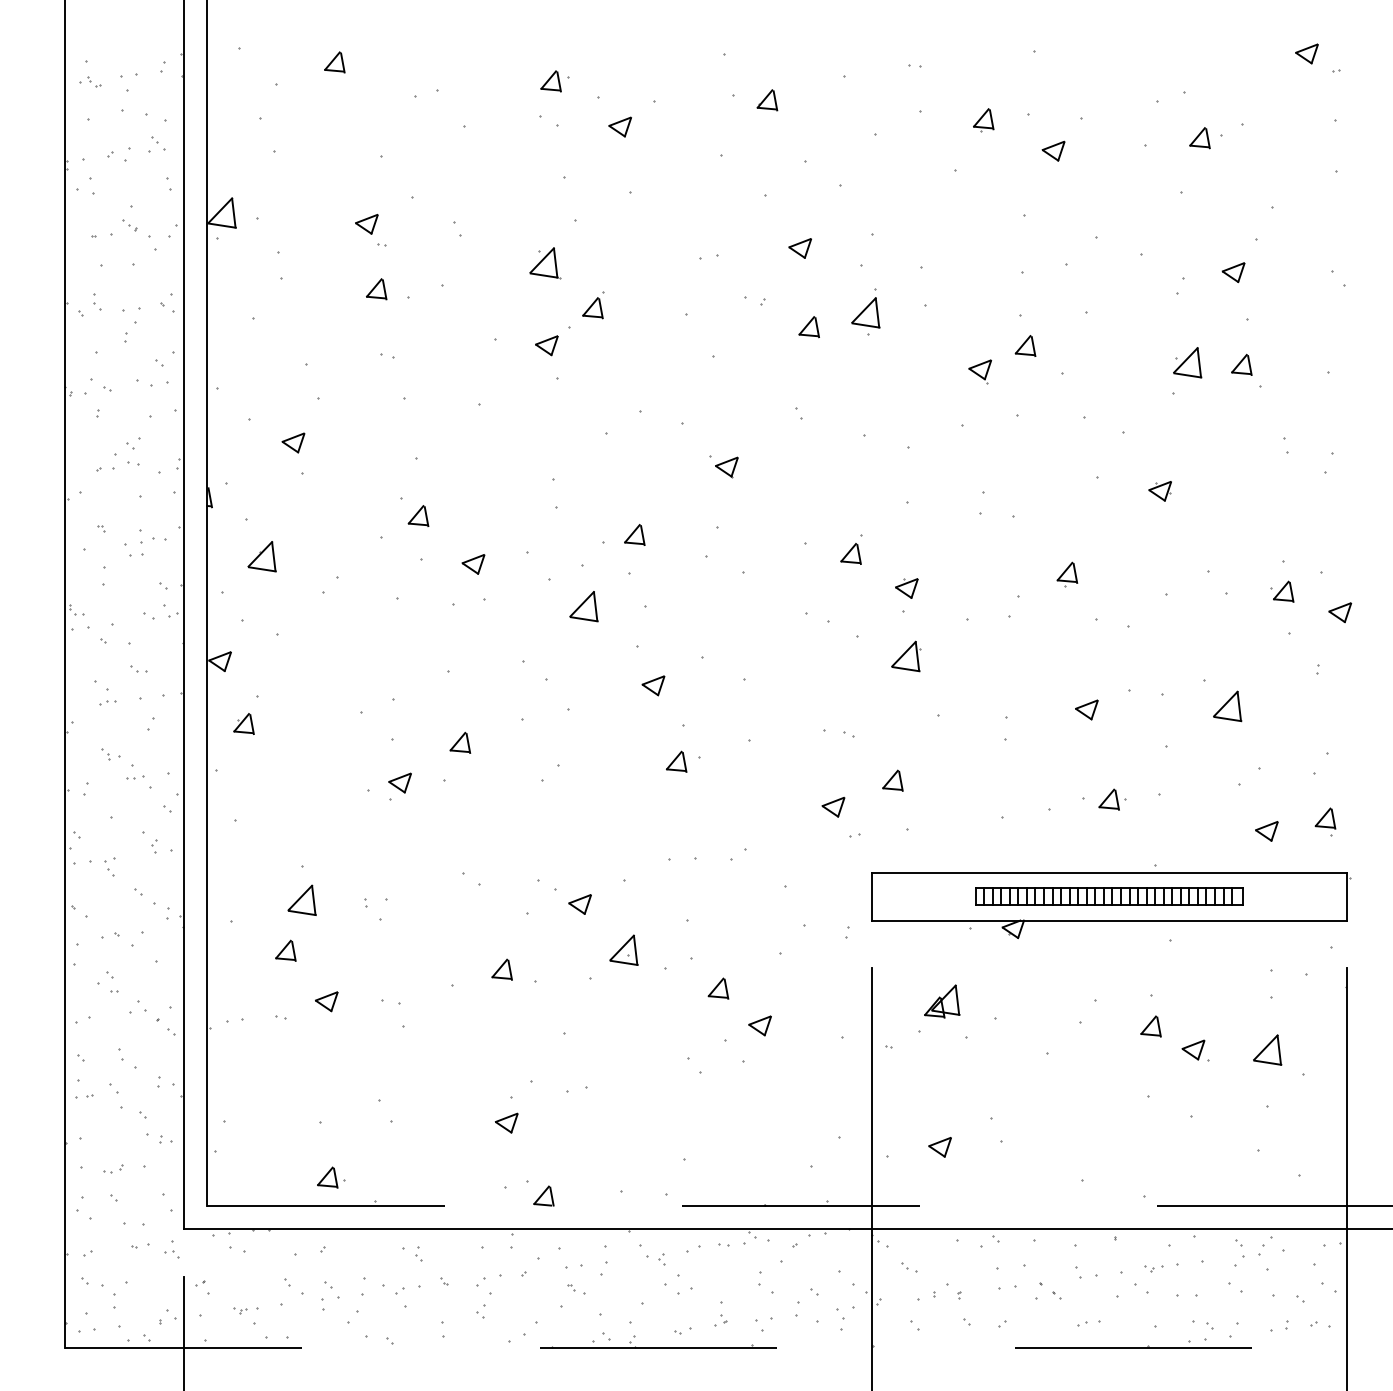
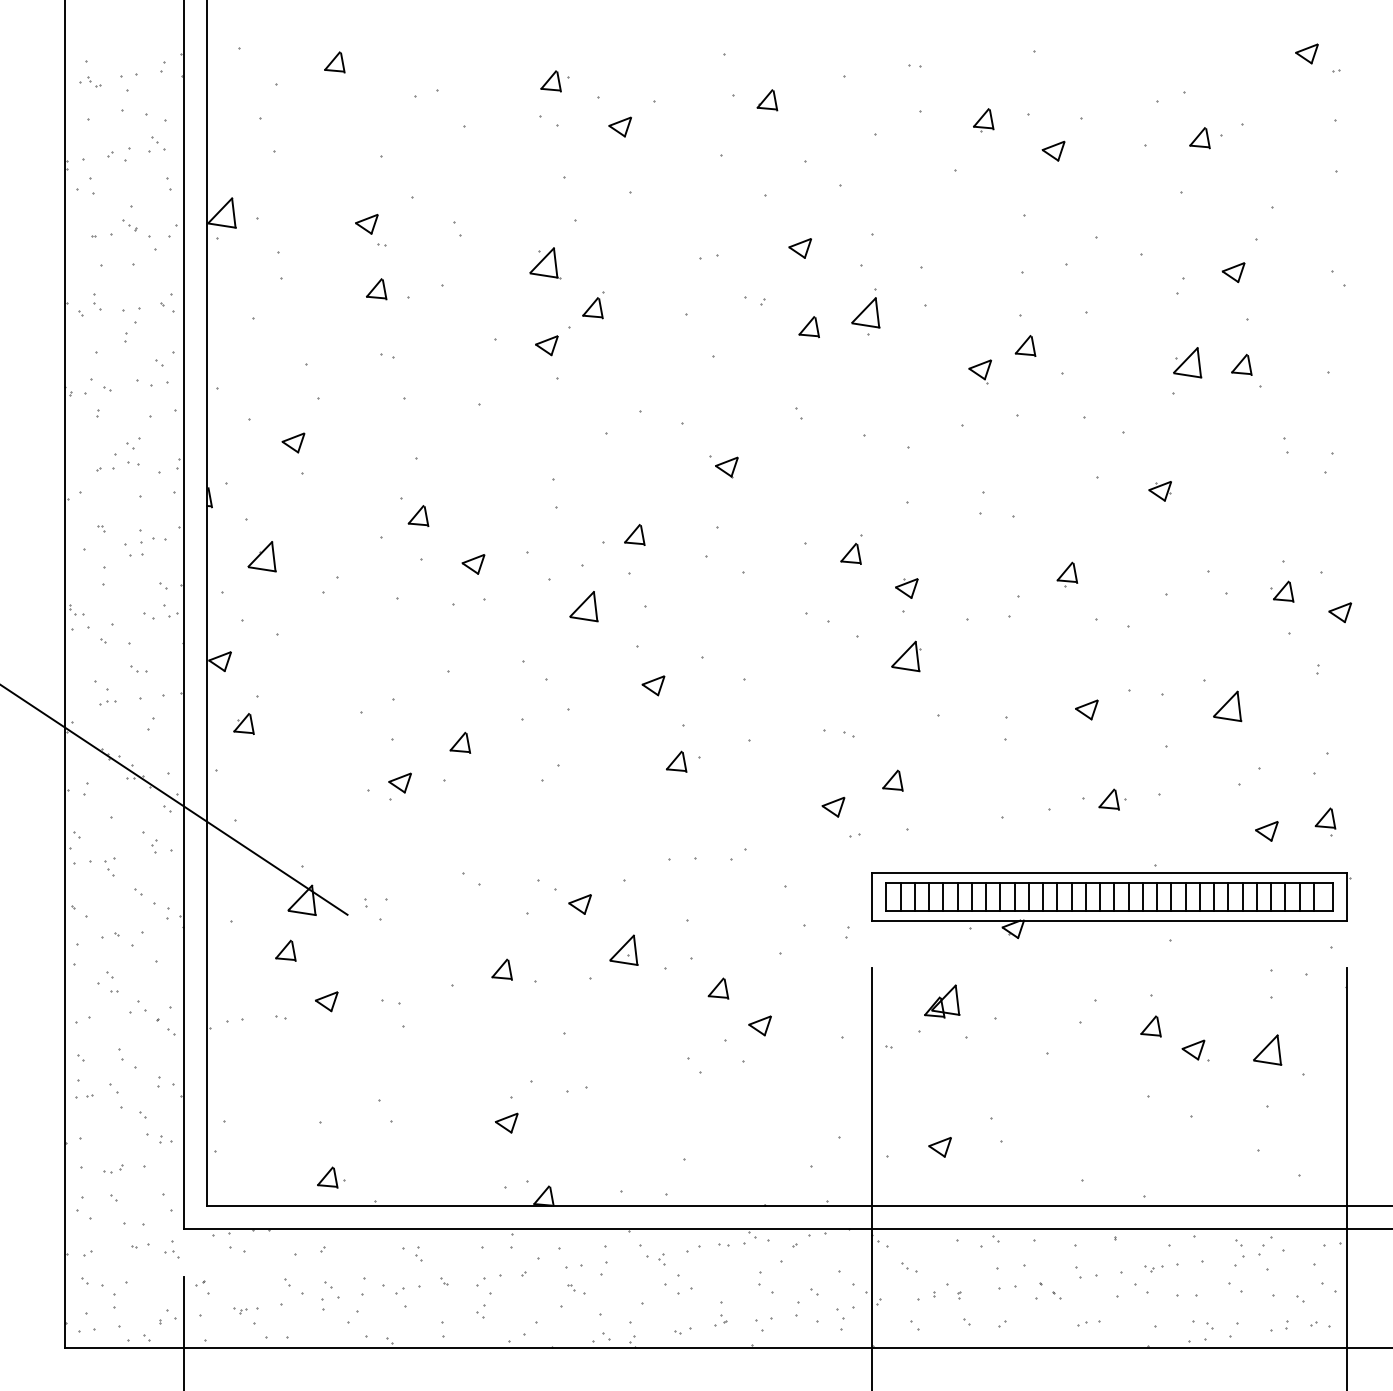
line at (174, 800): none -> present
part at (1109, 896) size: 269x19 px -> 449x30 px
line at (800, 1205): dashed -> solid
line at (728, 1348): dashed -> solid
